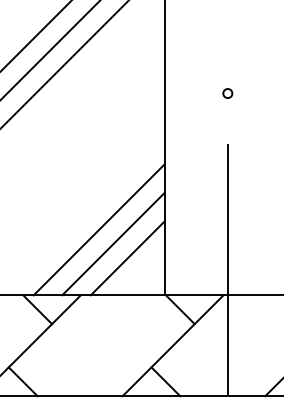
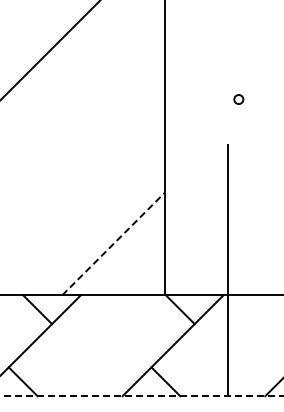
line at (35, 35): present -> none
line at (64, 64): present -> none
circle at (227, 93) position: (227, 93) -> (238, 99)
line at (98, 229): present -> none
line at (113, 243): solid -> dashed
line at (127, 258): present -> none
line at (141, 396): solid -> dashed
